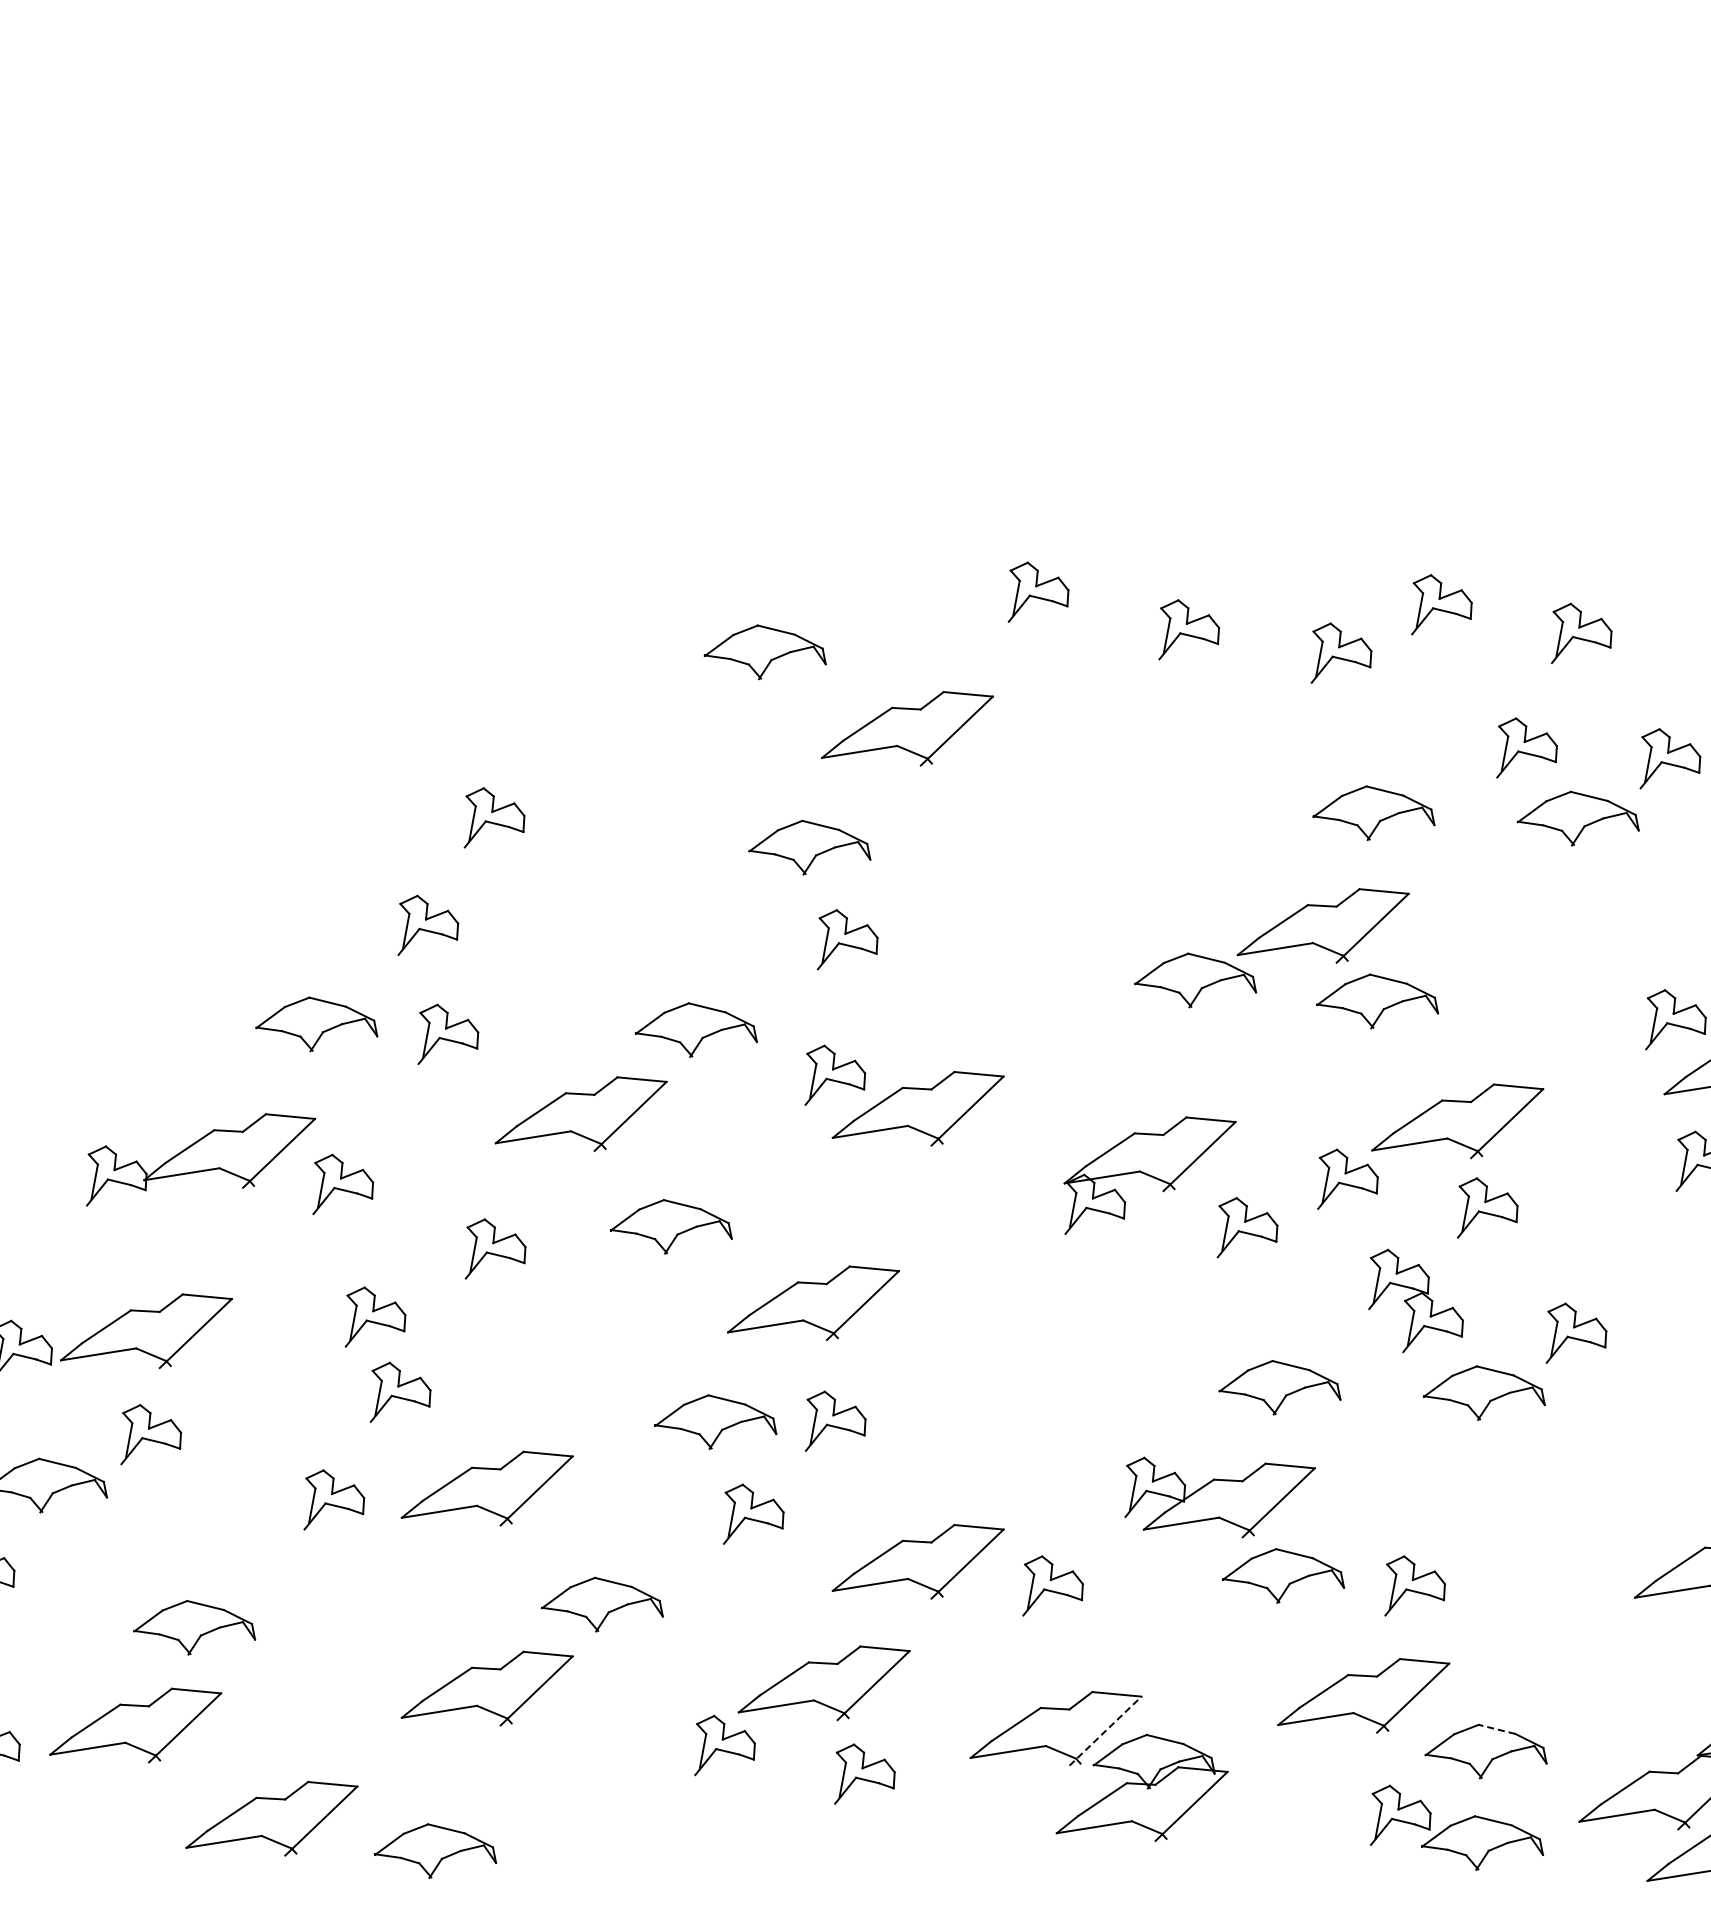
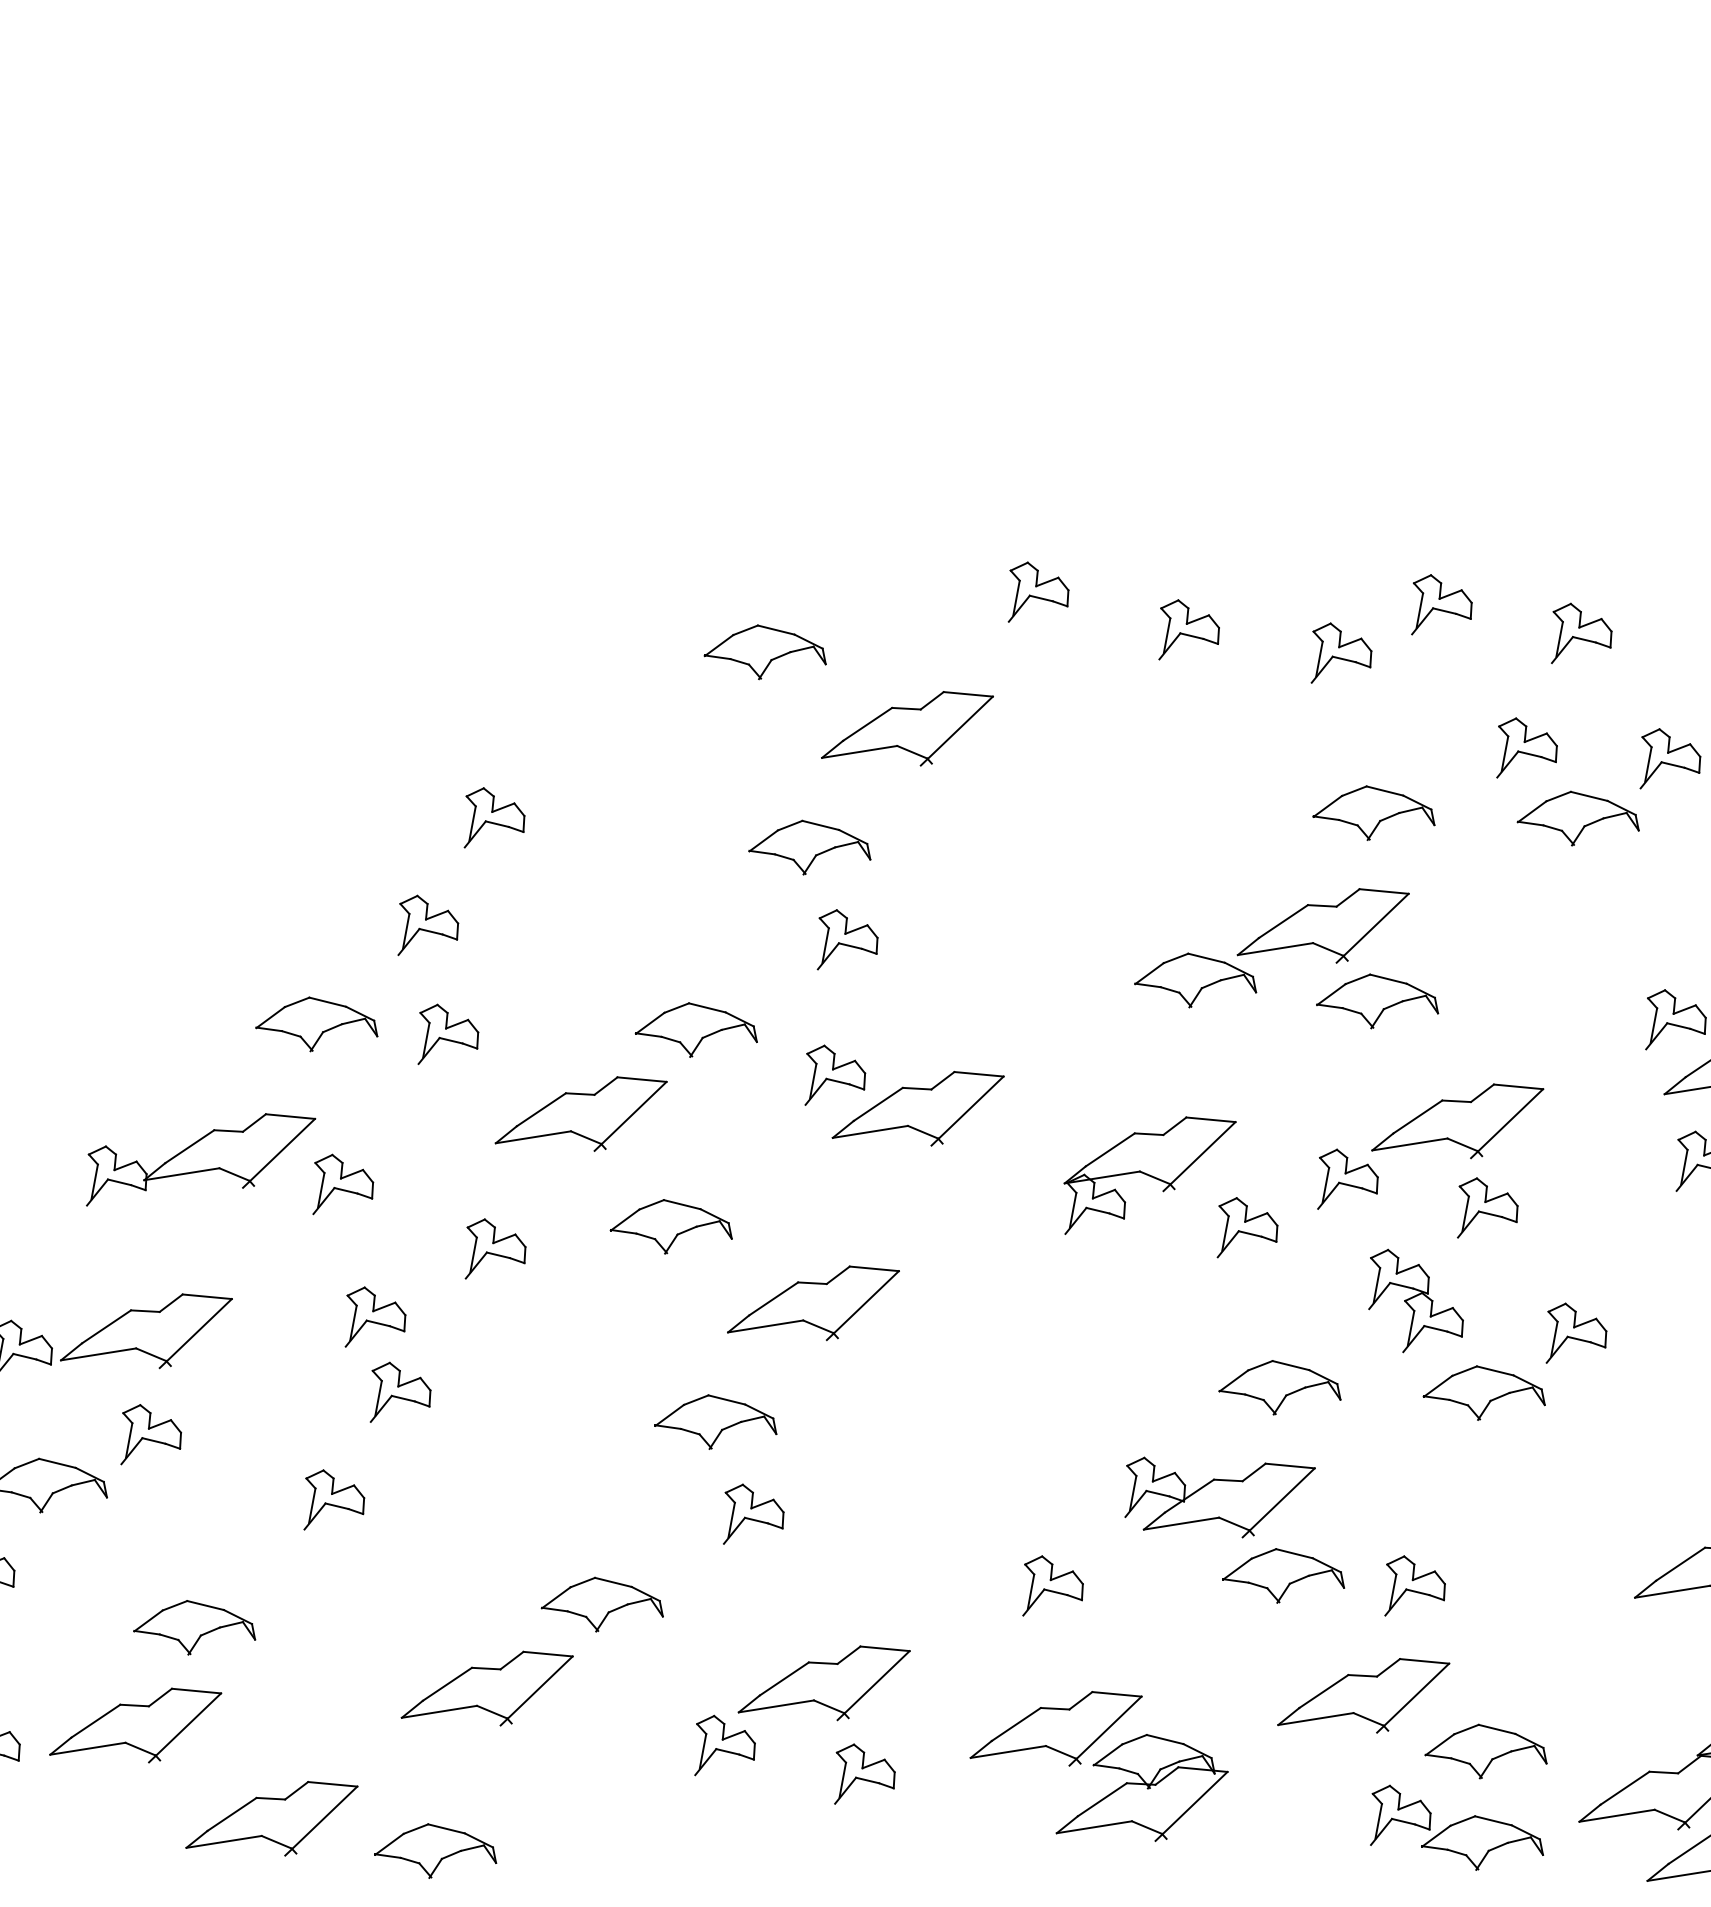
part at (835, 1420): present -> none
part at (486, 1488): present -> none
part at (917, 1561): present -> none
line at (1497, 1729): dashed -> solid
line at (1105, 1731): dashed -> solid
